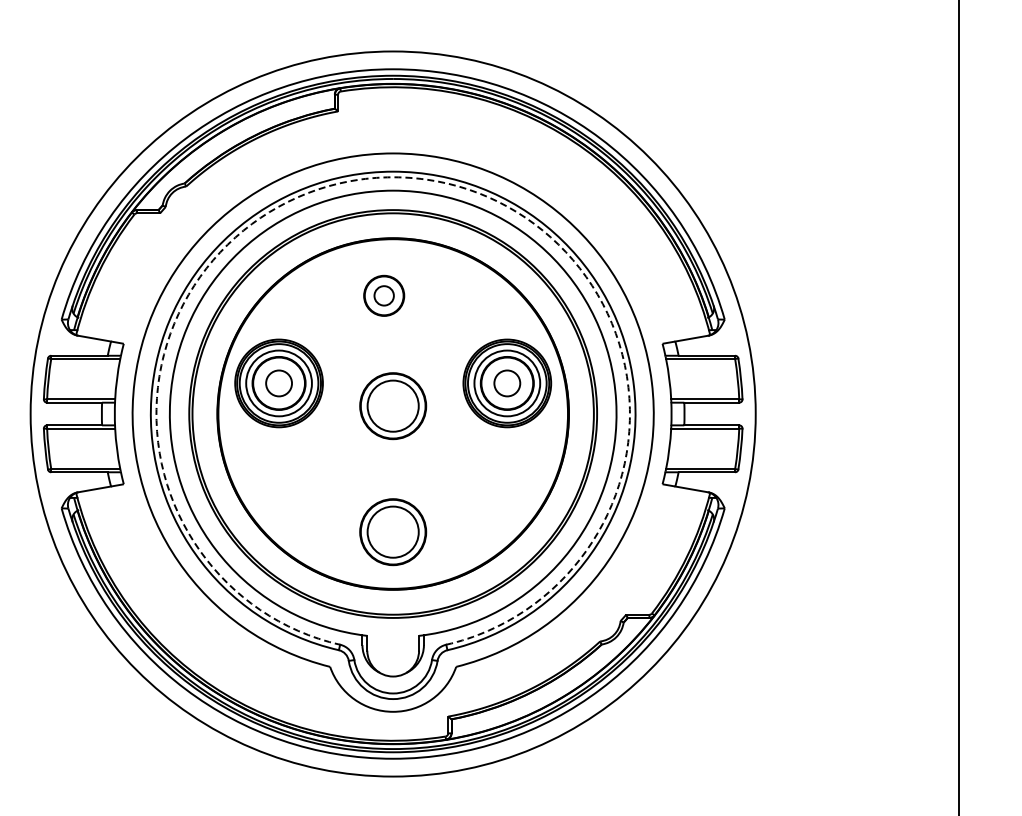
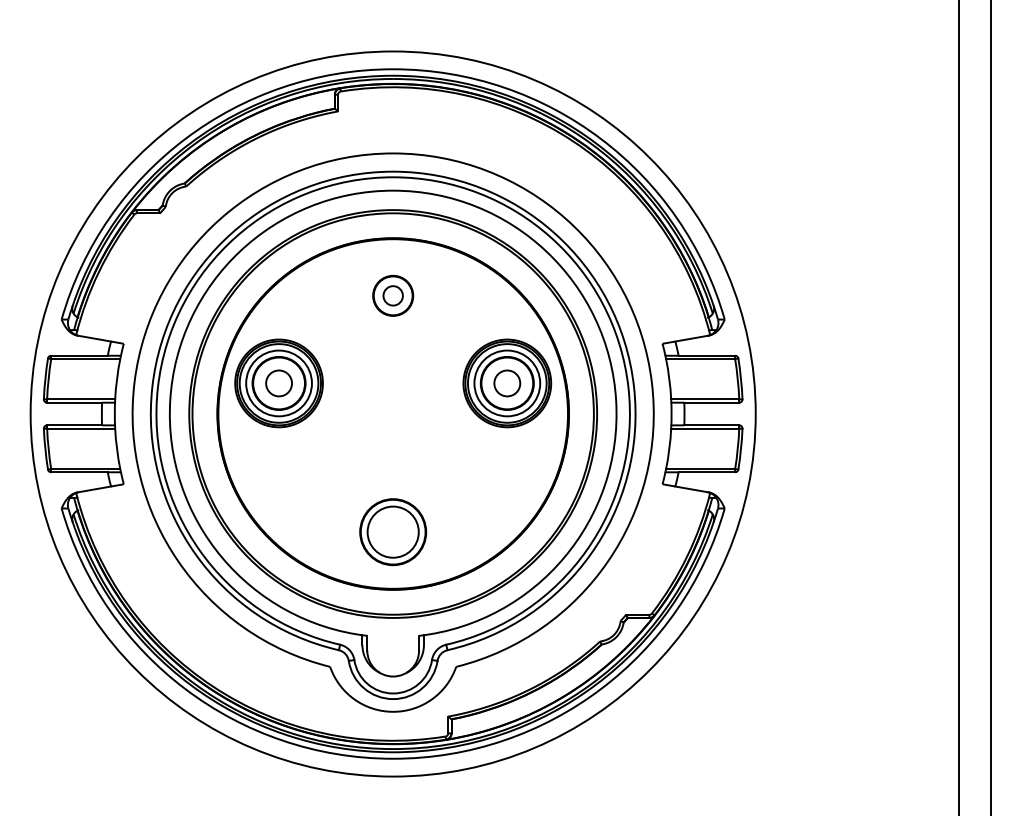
arc at (393, 177): dashed -> solid
part at (384, 295) position: (384, 295) -> (393, 295)
part at (393, 406): present -> none
line at (991, 407): none -> present
